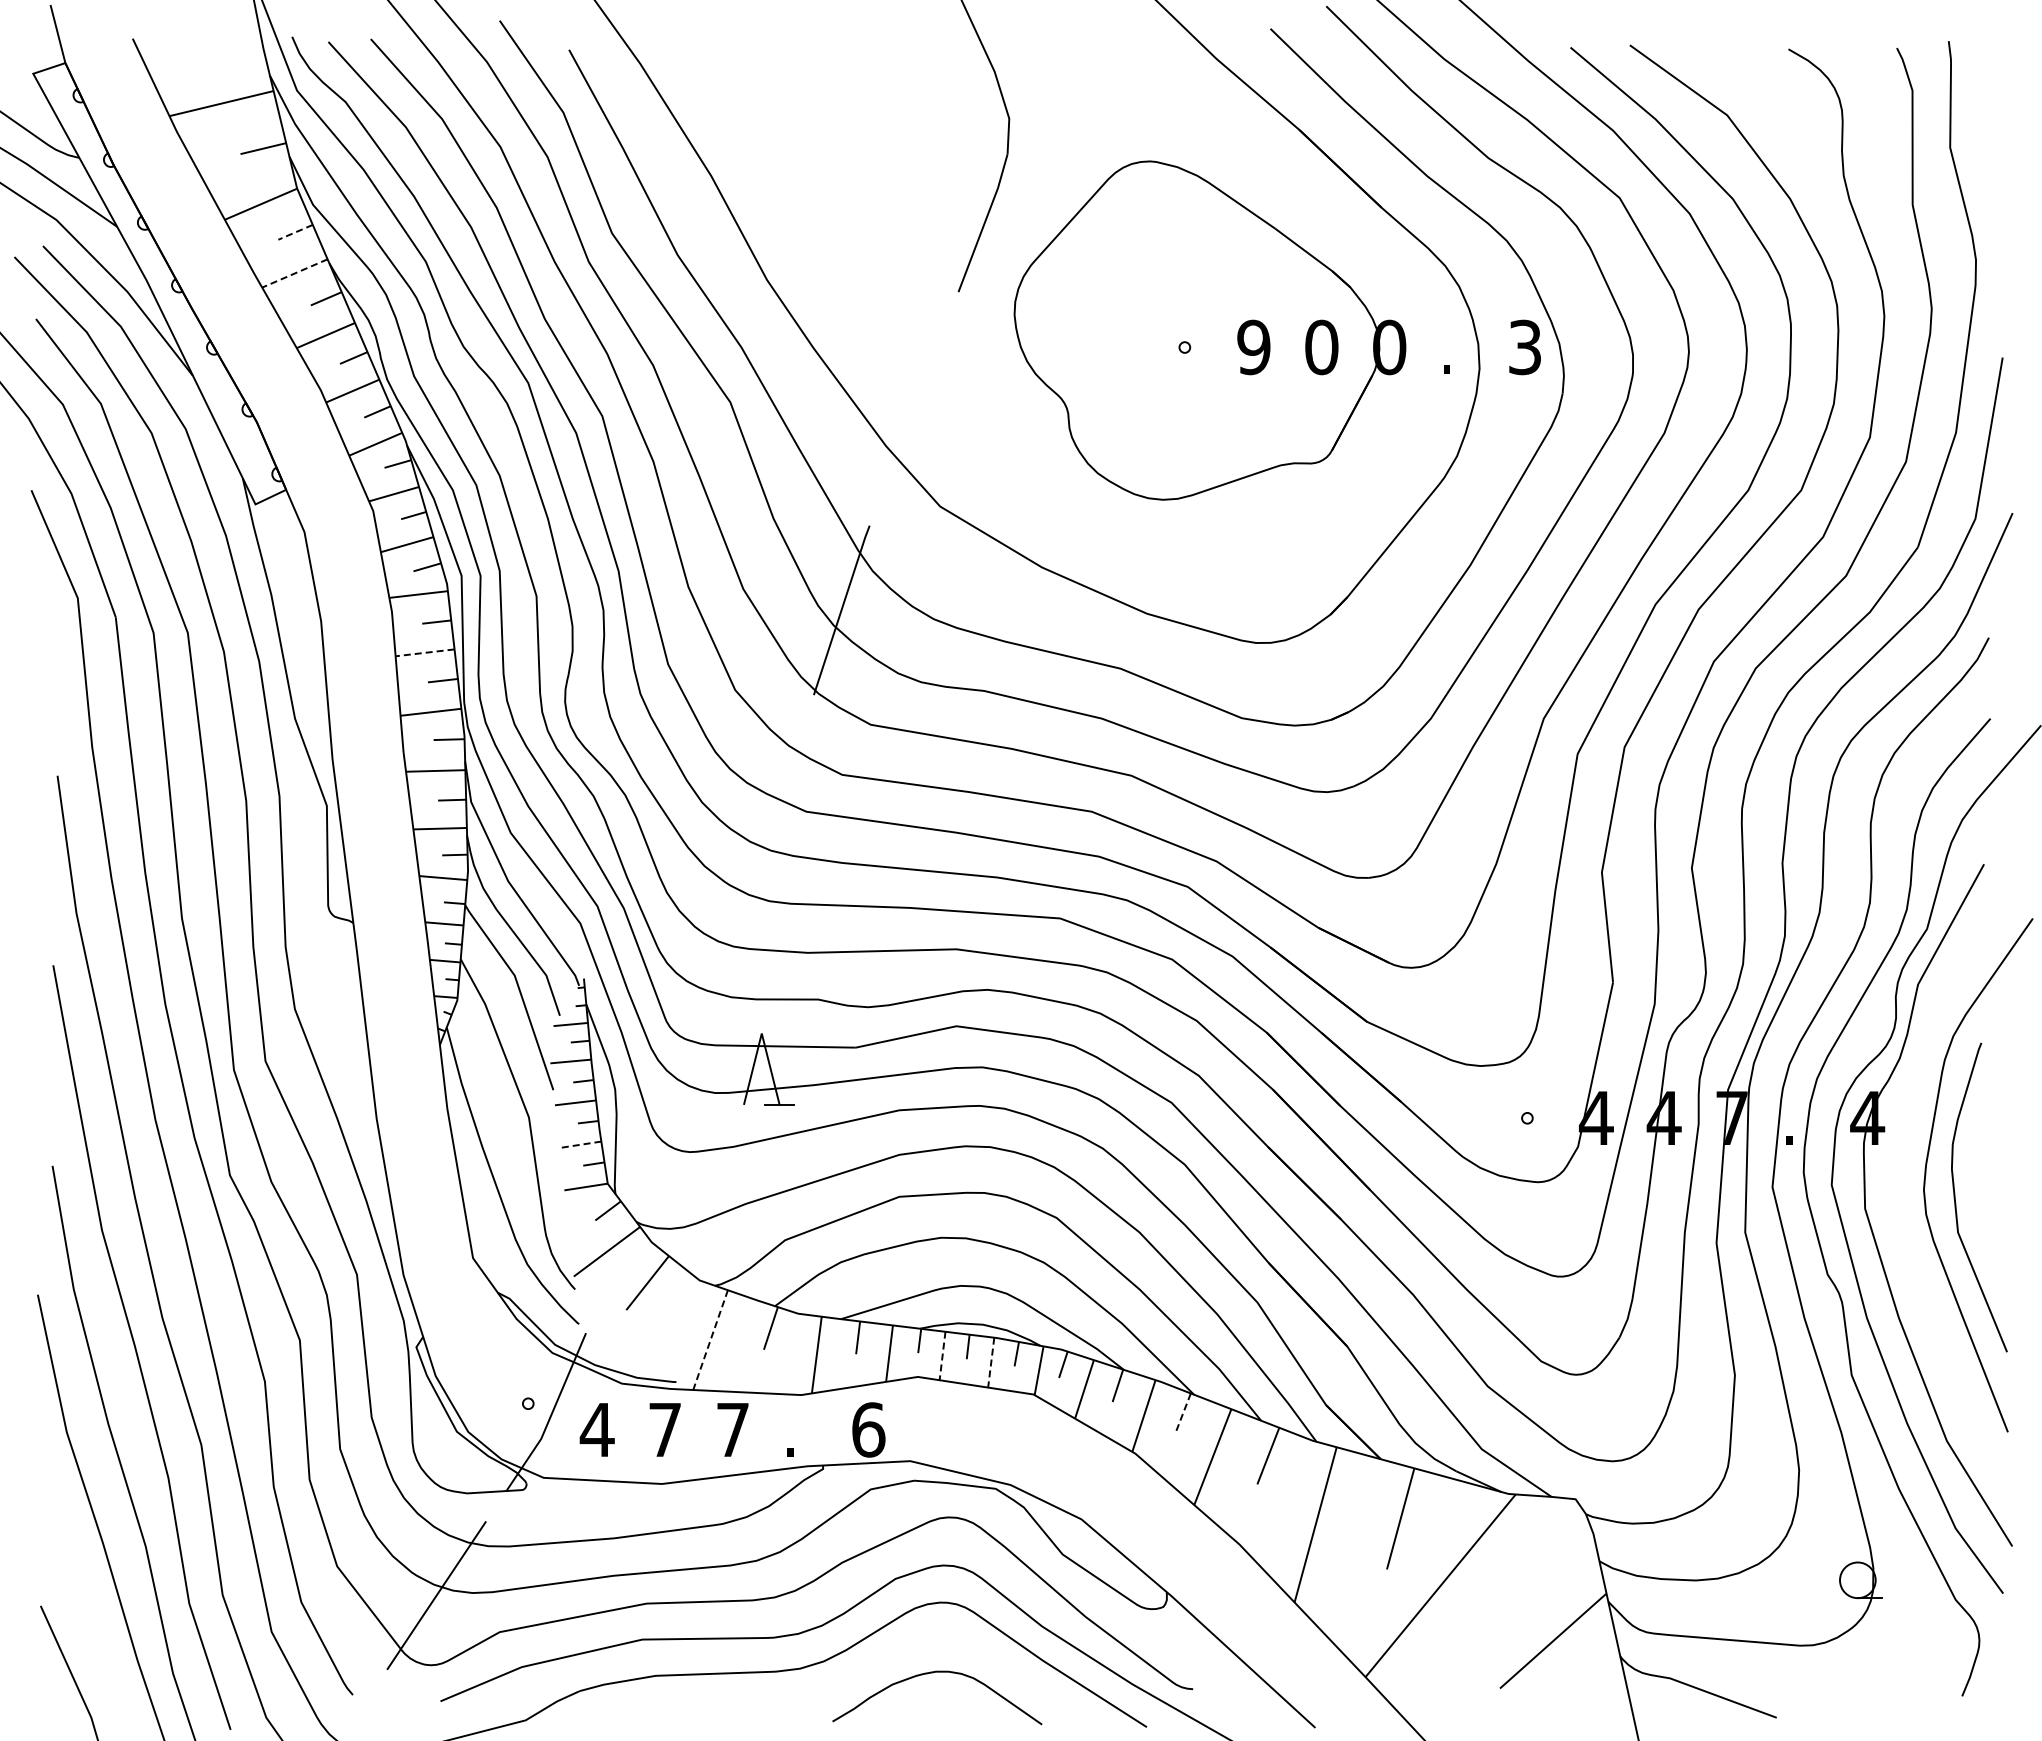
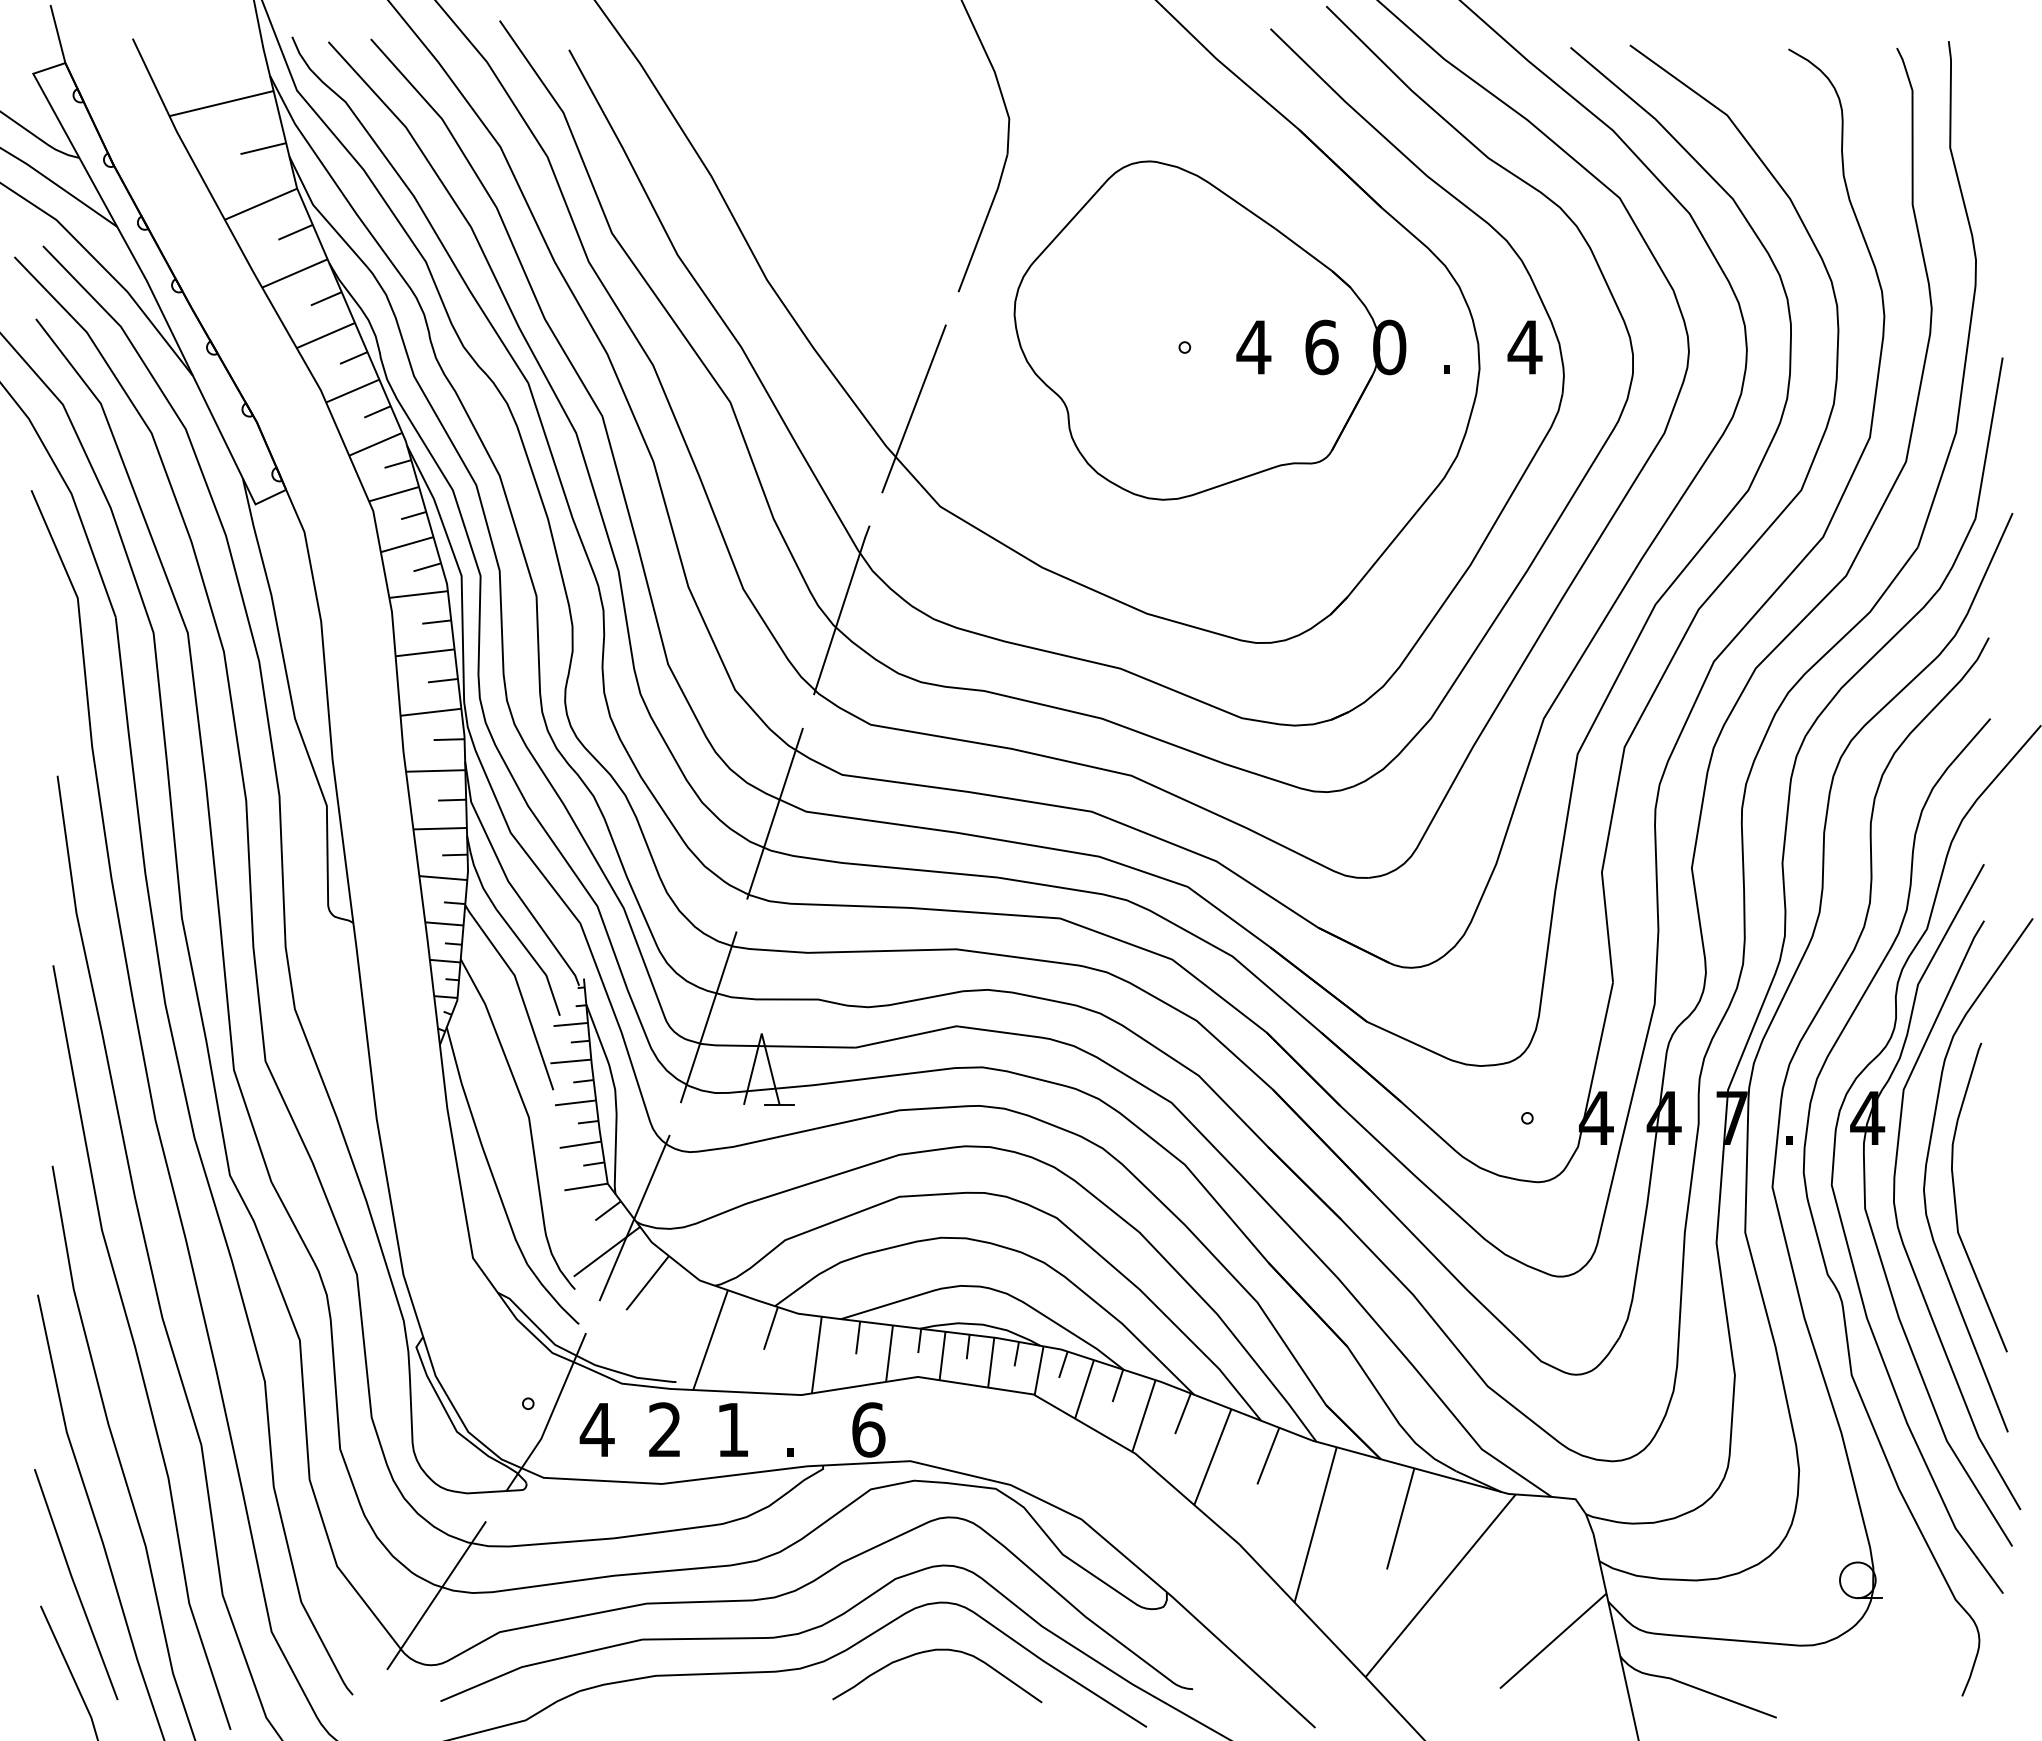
line at (295, 232): dashed -> solid
line at (294, 273): dashed -> solid
text at (1253, 347): 9 -> 4
text at (1321, 347): 0 -> 6
text at (1524, 347): 3 -> 4
line at (913, 408): none -> present
line at (425, 652): dashed -> solid
line at (774, 813): none -> present
line at (708, 1017): none -> present
line at (580, 1144): dashed -> solid
line at (634, 1217): none -> present
curve at (1901, 1234): none -> present
line at (710, 1340): dashed -> solid
line at (942, 1356): dashed -> solid
line at (991, 1363): dashed -> solid
line at (1183, 1413): dashed -> solid
text at (664, 1429): 7 -> 2
text at (732, 1429): 7 -> 1
line at (75, 1584): none -> present
curve at (933, 1673) position: (933, 1673) -> (933, 1651)
